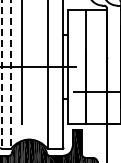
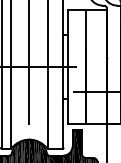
line at (2, 74): dashed -> solid
line at (11, 74): dashed -> solid
line at (22, 77) position: (22, 77) -> (29, 77)
